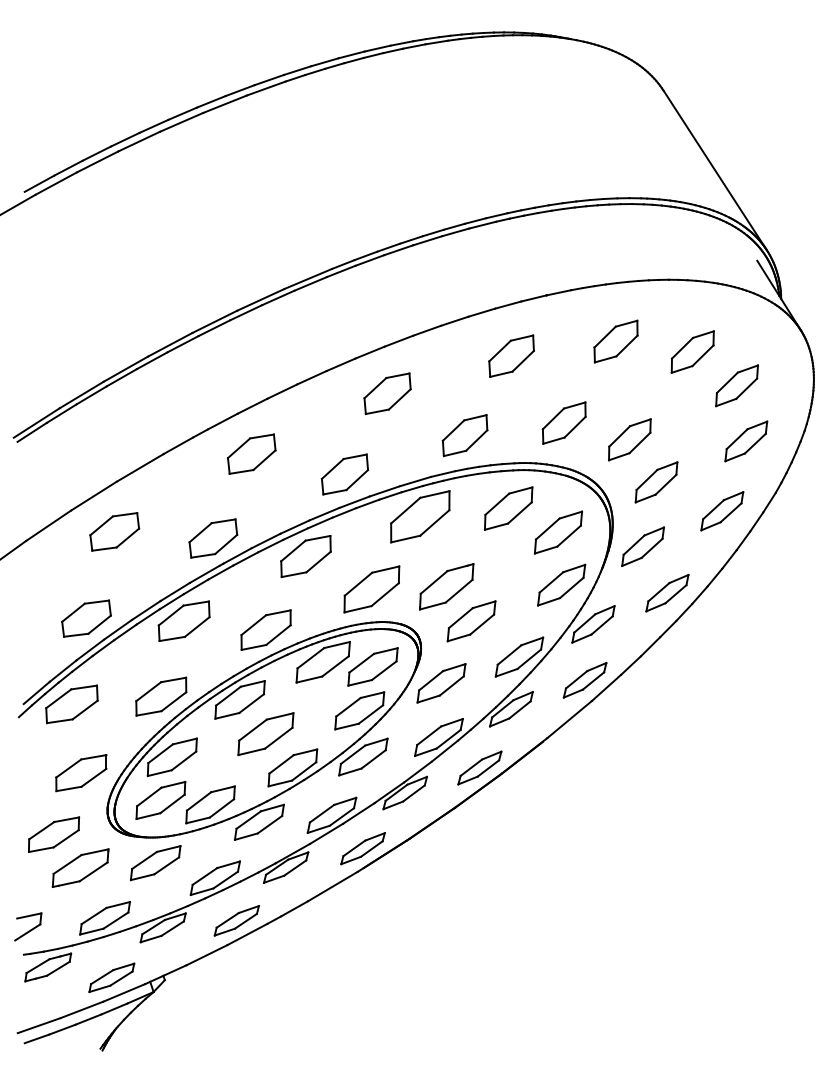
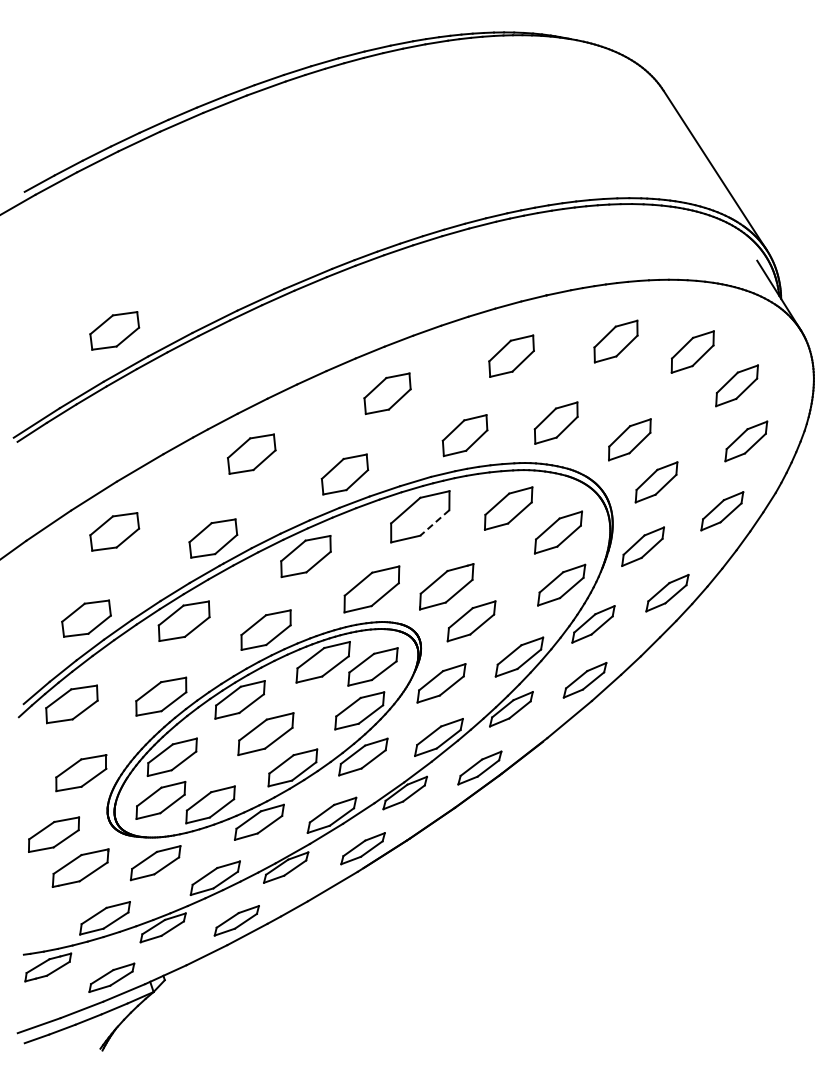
part at (114, 330): none -> present
part at (563, 422) position: (563, 422) -> (555, 422)
line at (434, 523): solid -> dashed
part at (28, 926): present -> none
